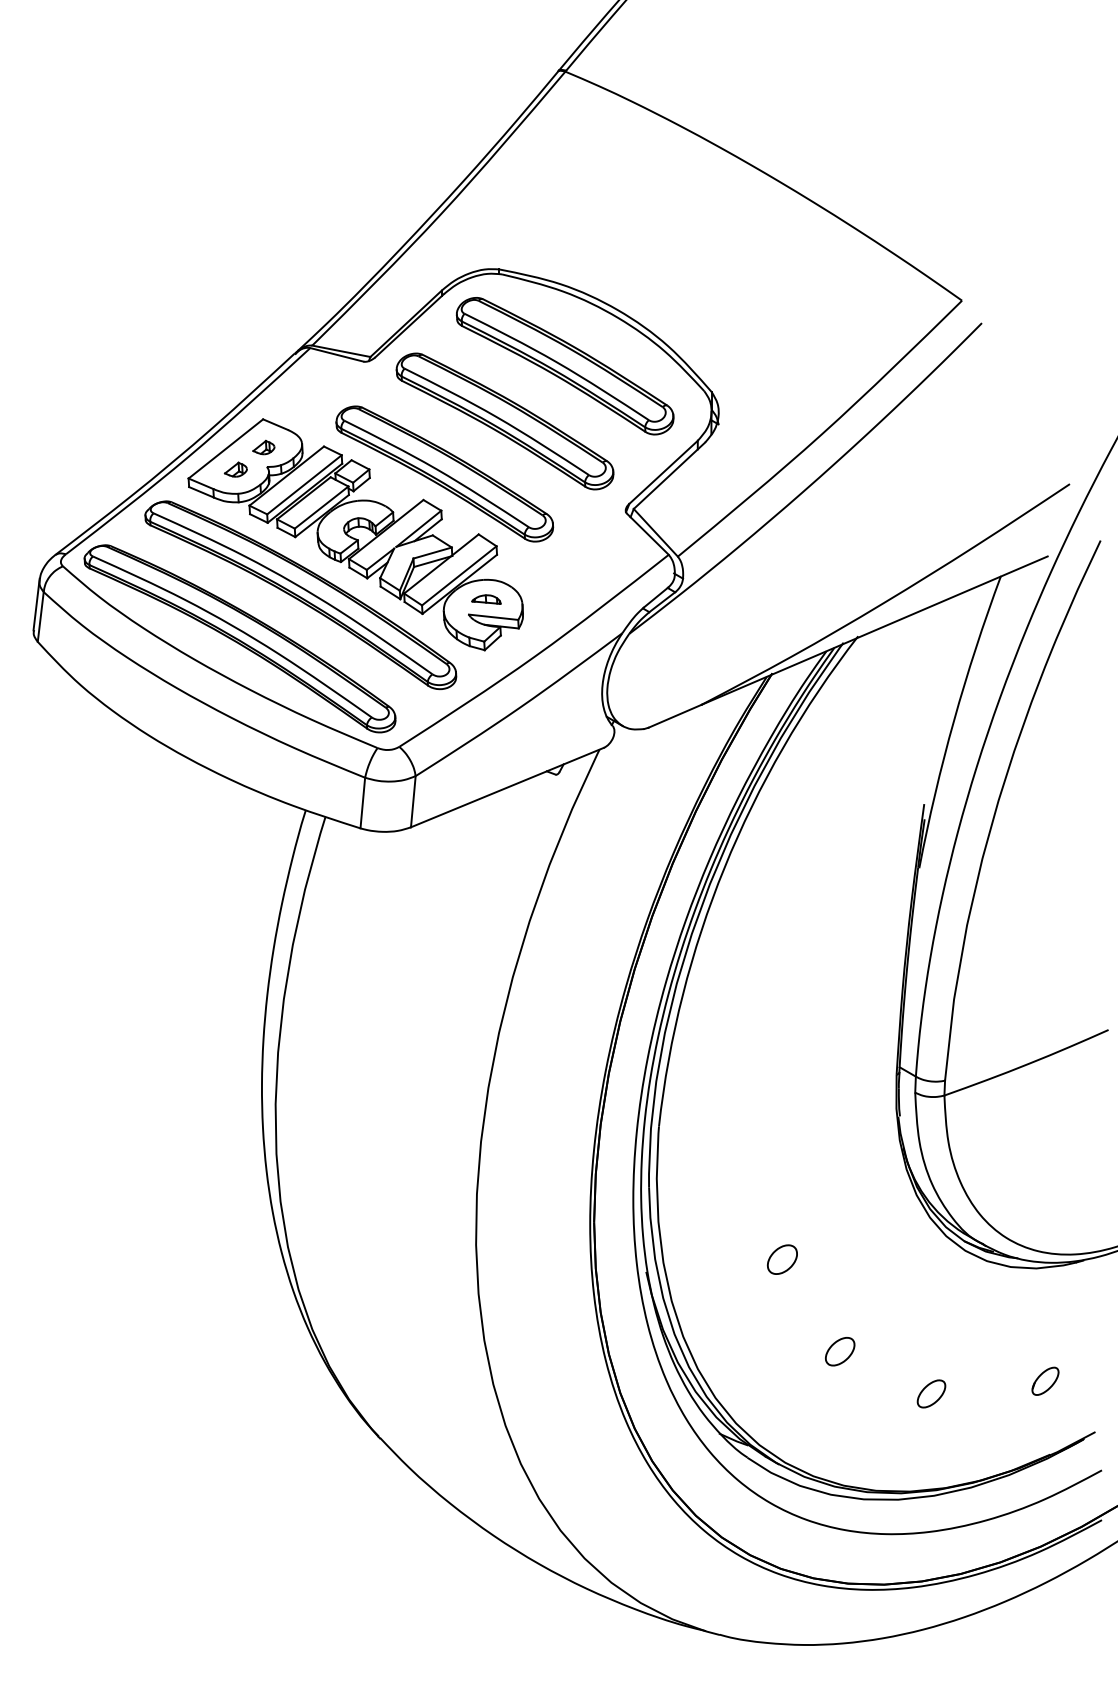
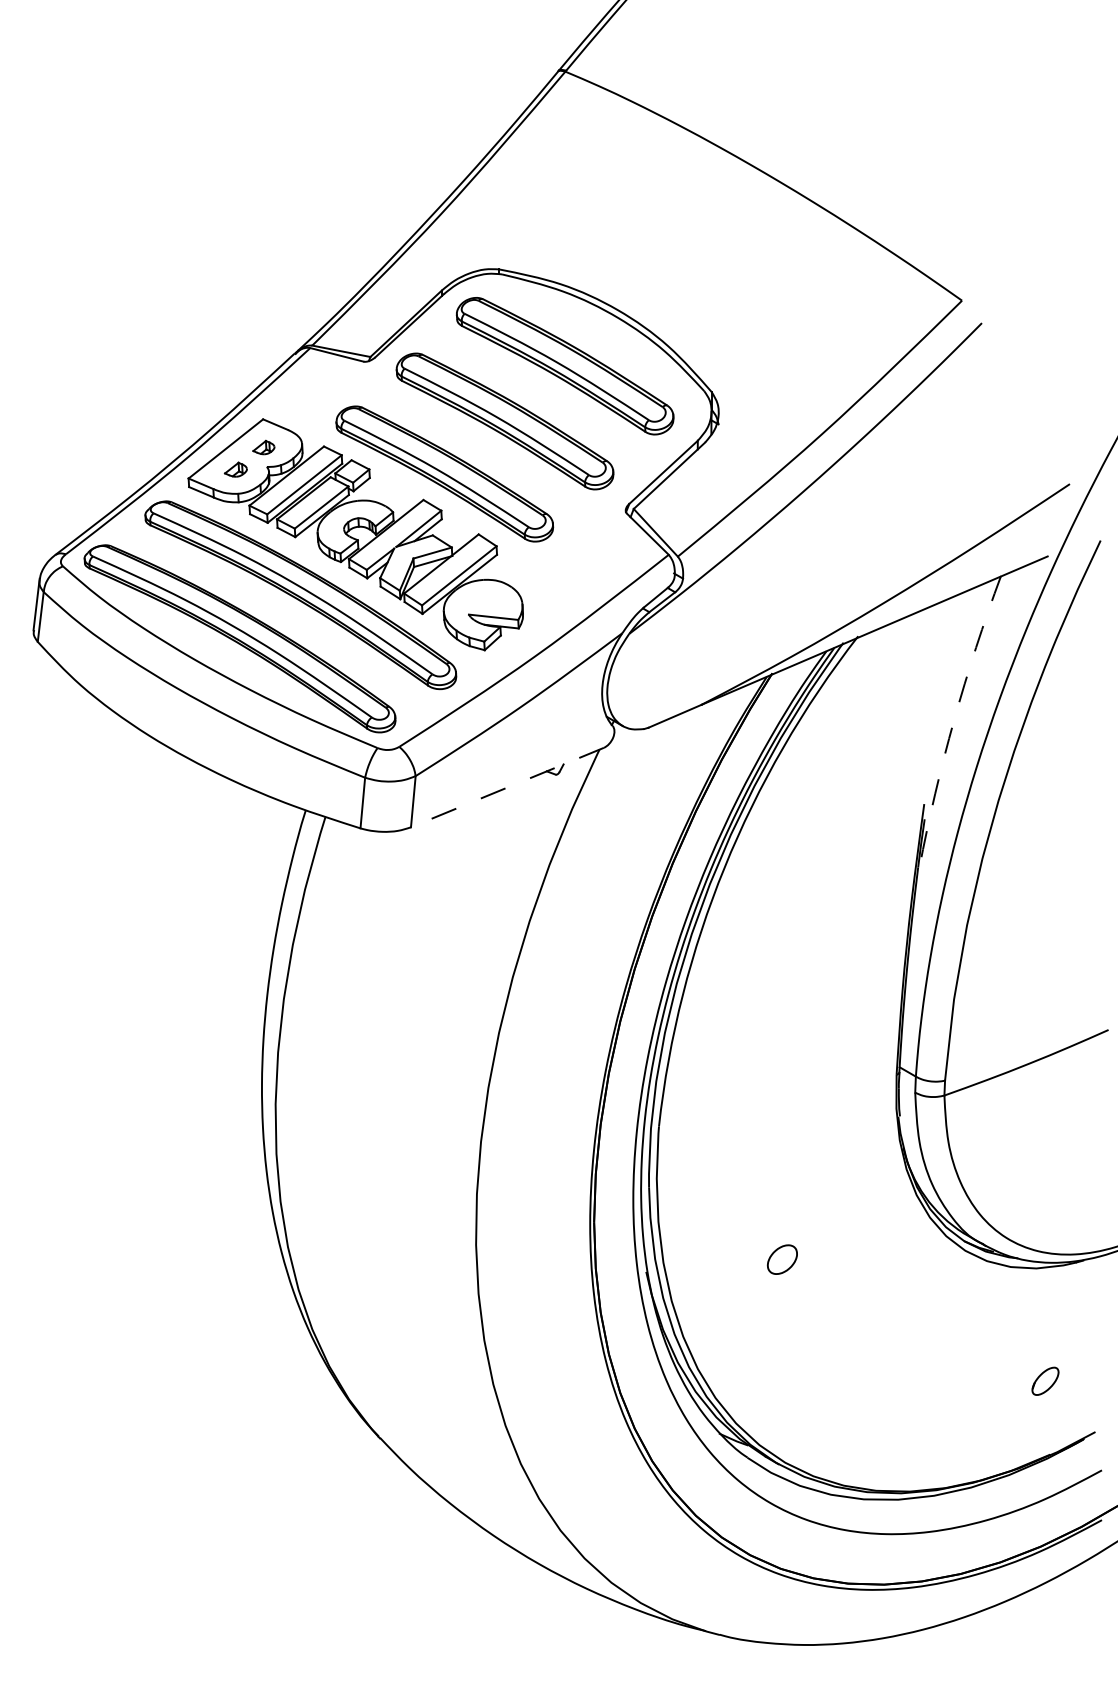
part at (486, 599): present -> none
arc at (954, 720): solid -> dashed
line at (506, 787): solid -> dashed
part at (840, 1351): present -> none
part at (931, 1393): present -> none
